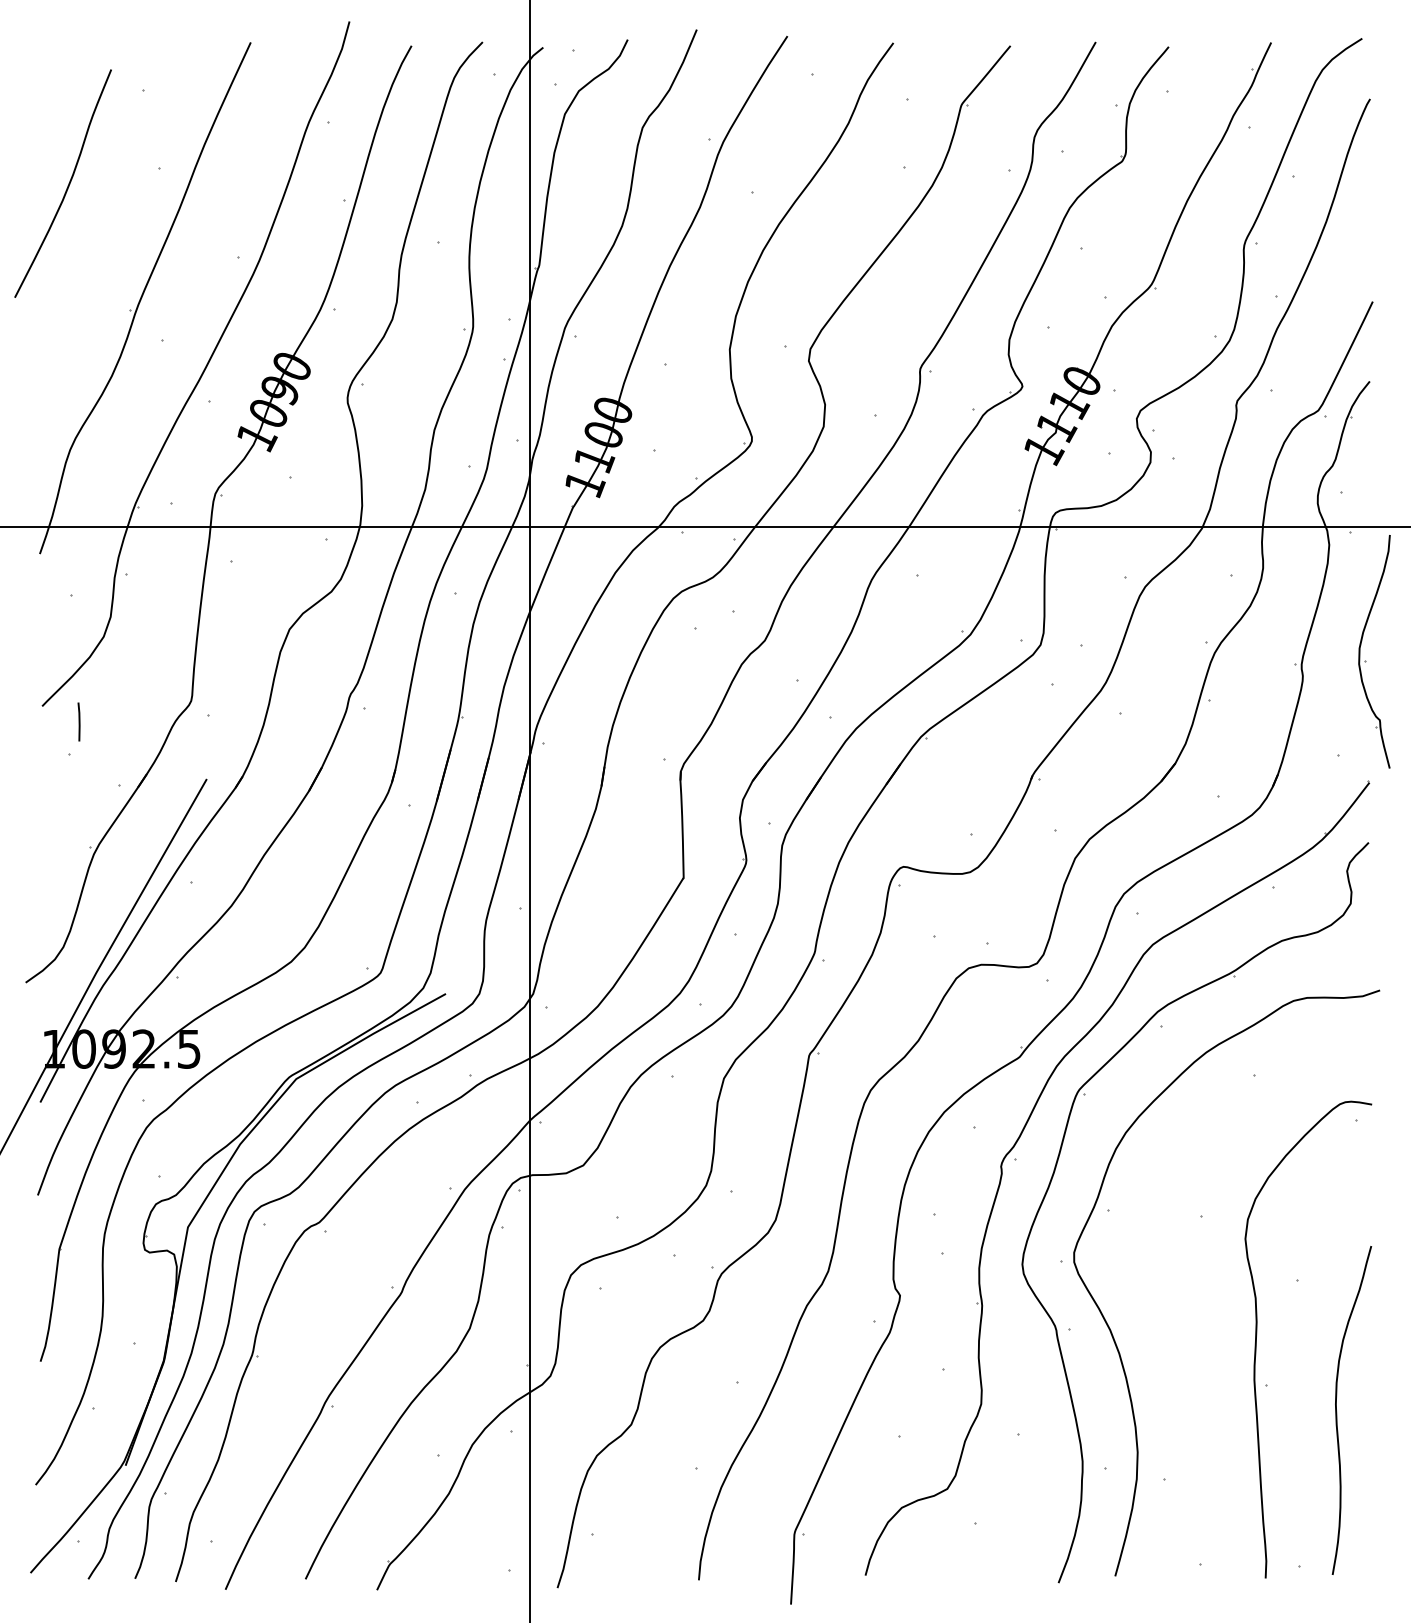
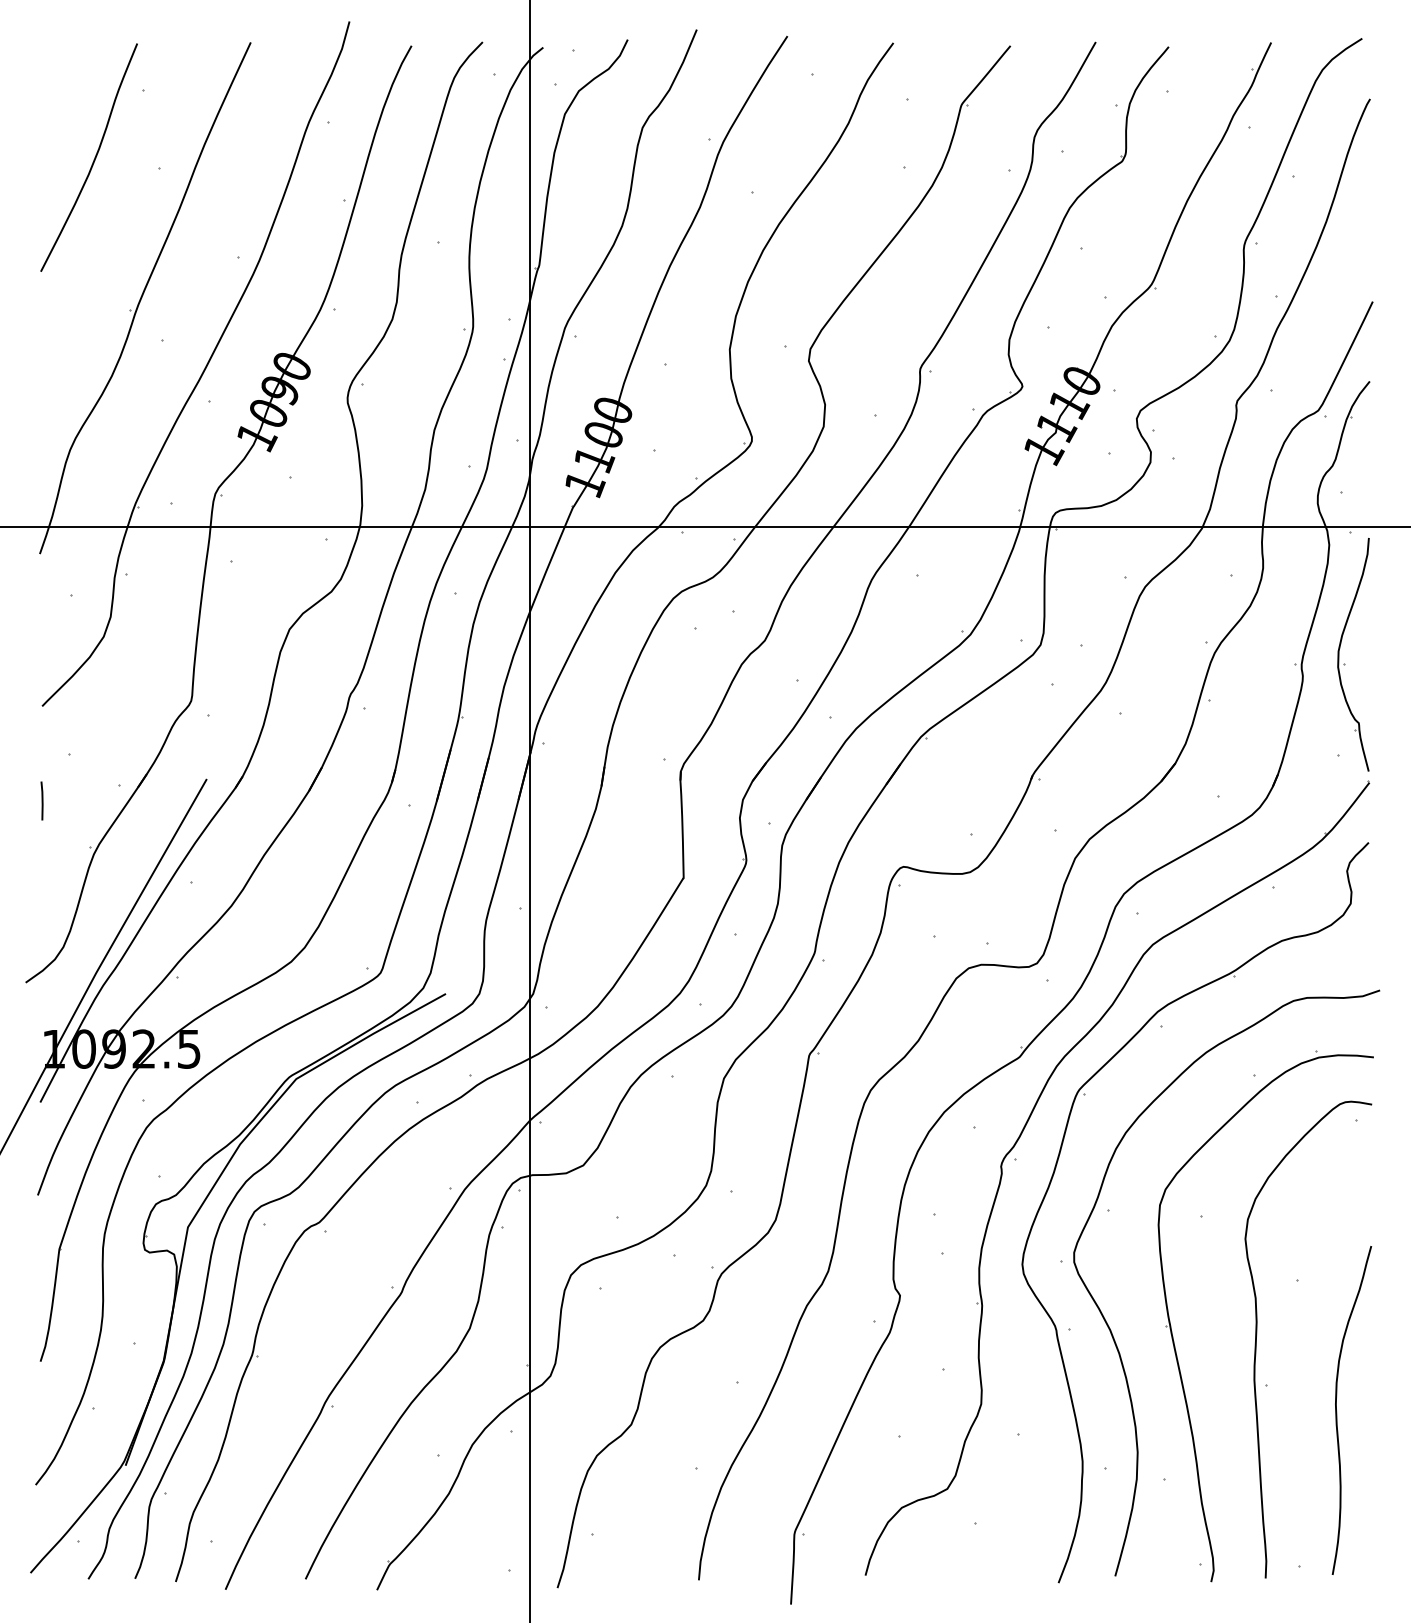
curve at (67, 185) position: (67, 185) -> (93, 159)
part at (1365, 660) position: (1365, 660) -> (1344, 663)
line at (78, 721) position: (78, 721) -> (41, 800)
part at (1173, 1336): none -> present
